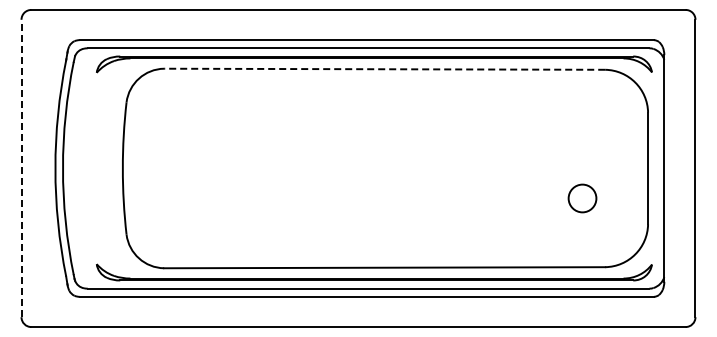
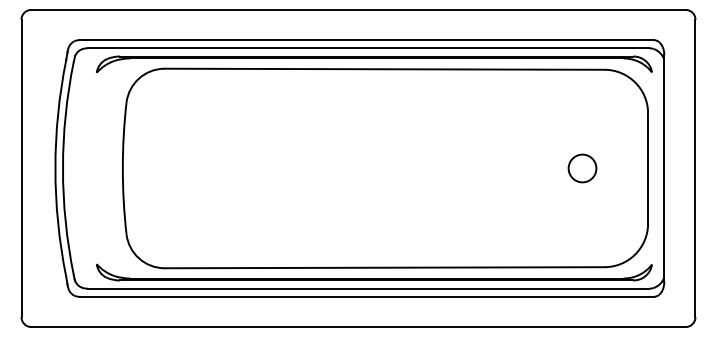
line at (384, 69): dashed -> solid
line at (21, 168): dashed -> solid
circle at (582, 198) position: (582, 198) -> (582, 168)
